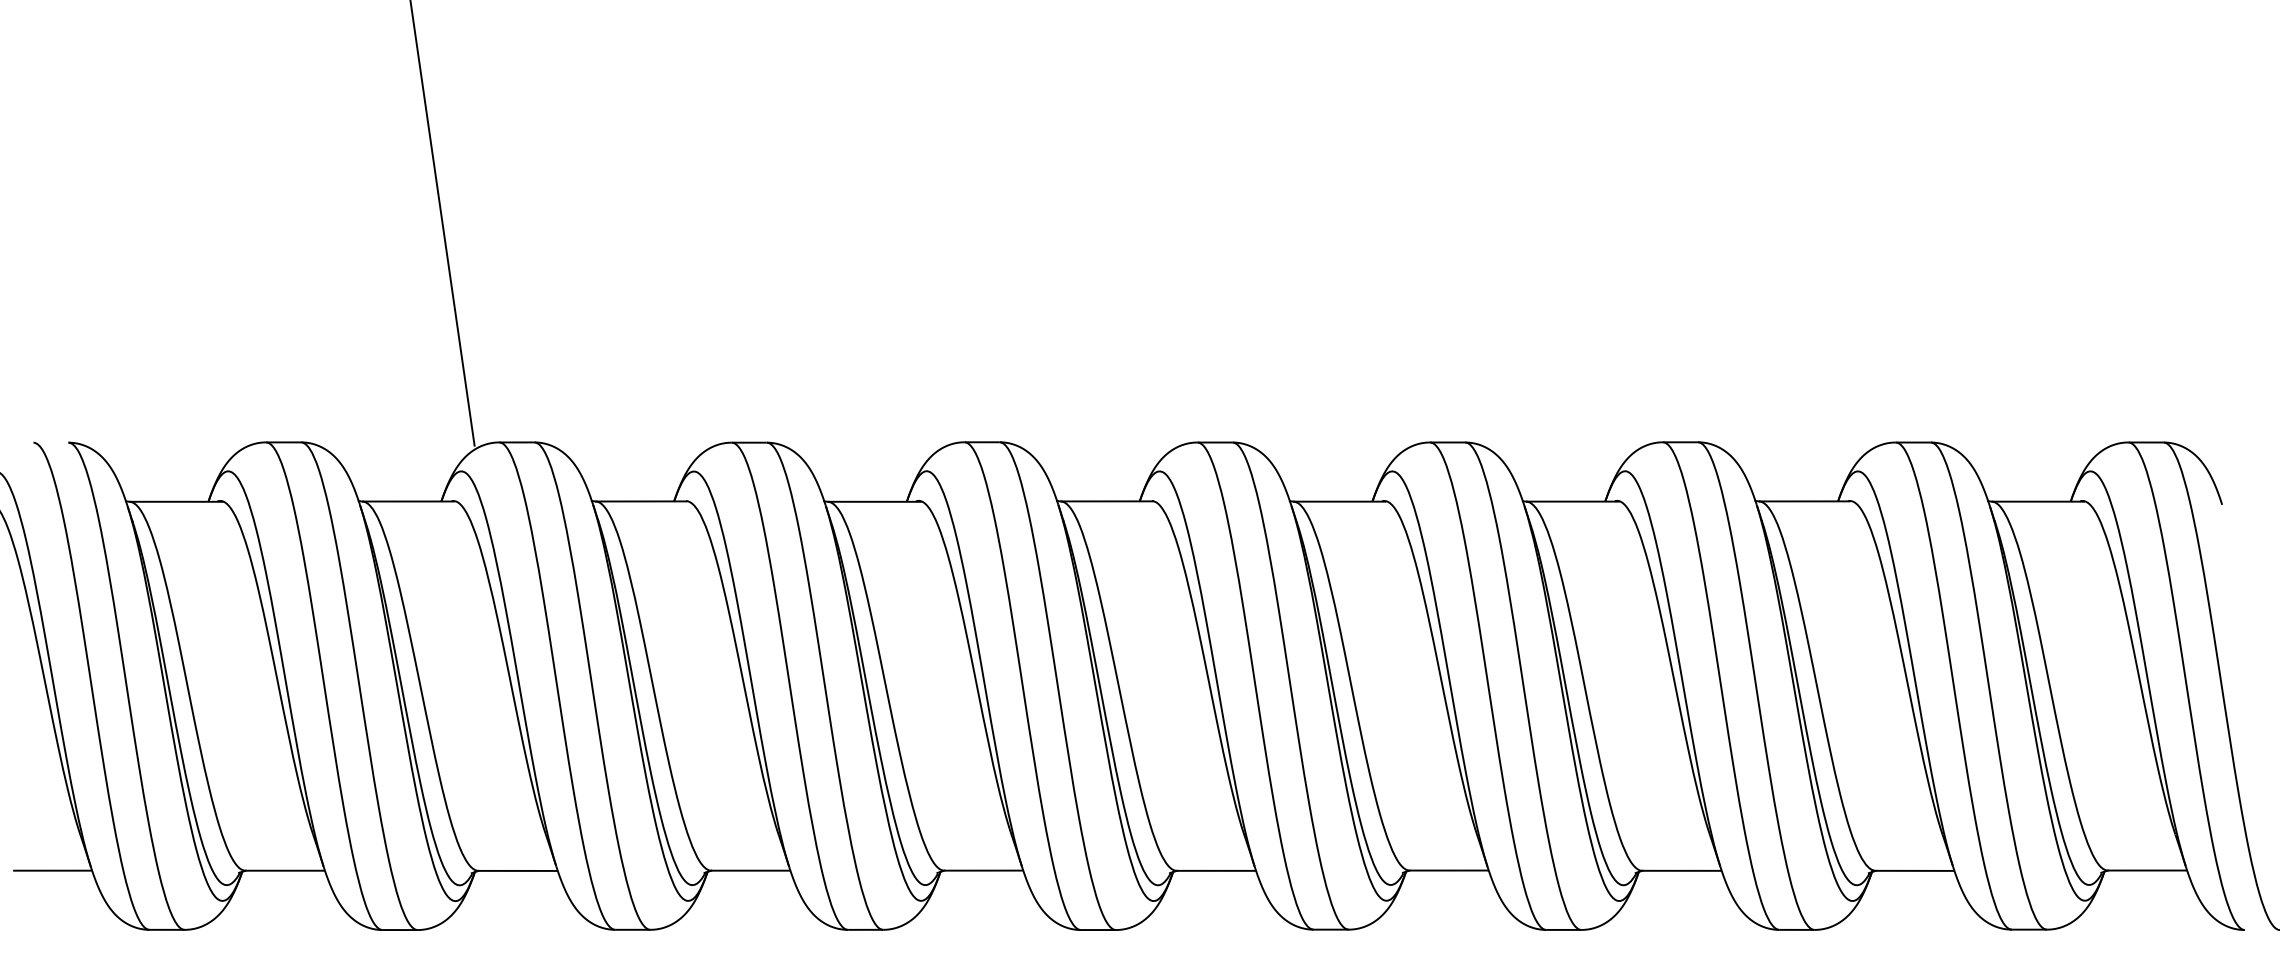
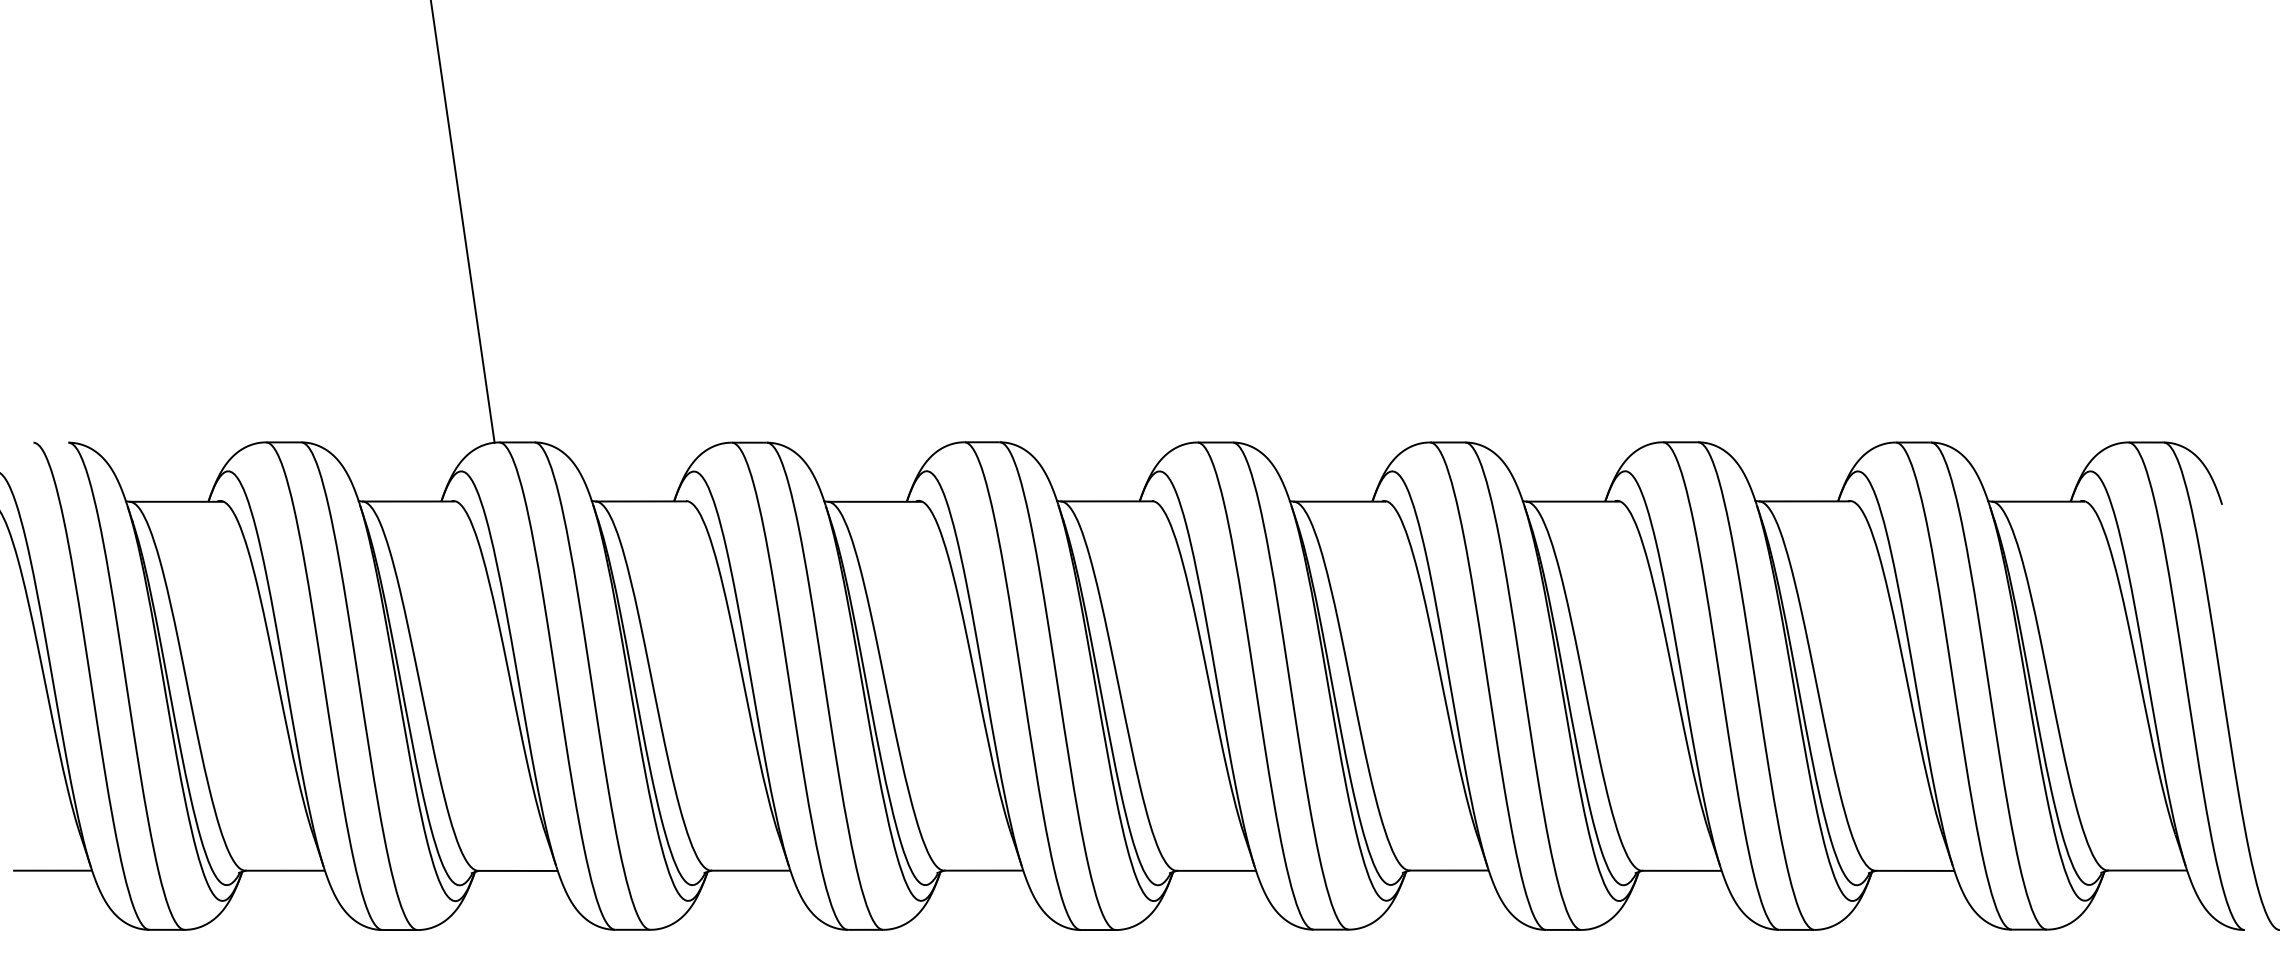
line at (442, 223) position: (442, 223) -> (462, 222)
